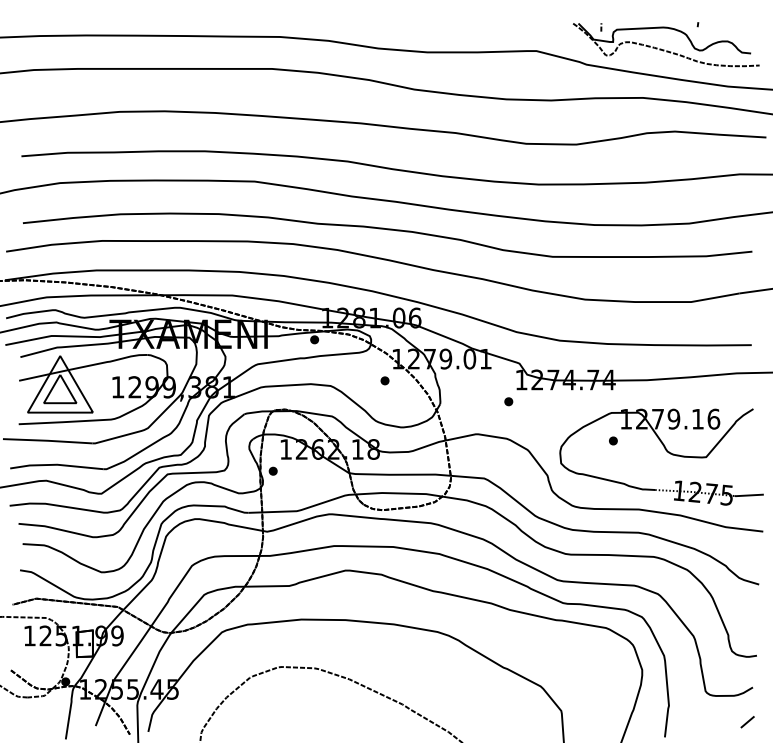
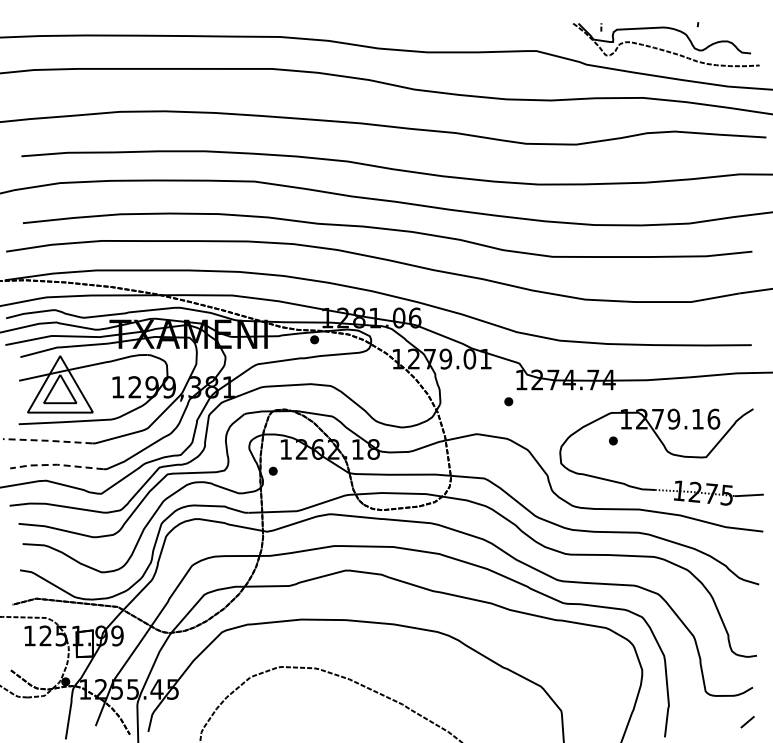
part at (384, 380): present -> none
line at (48, 440): solid -> dashed
line at (56, 464): solid -> dashed
